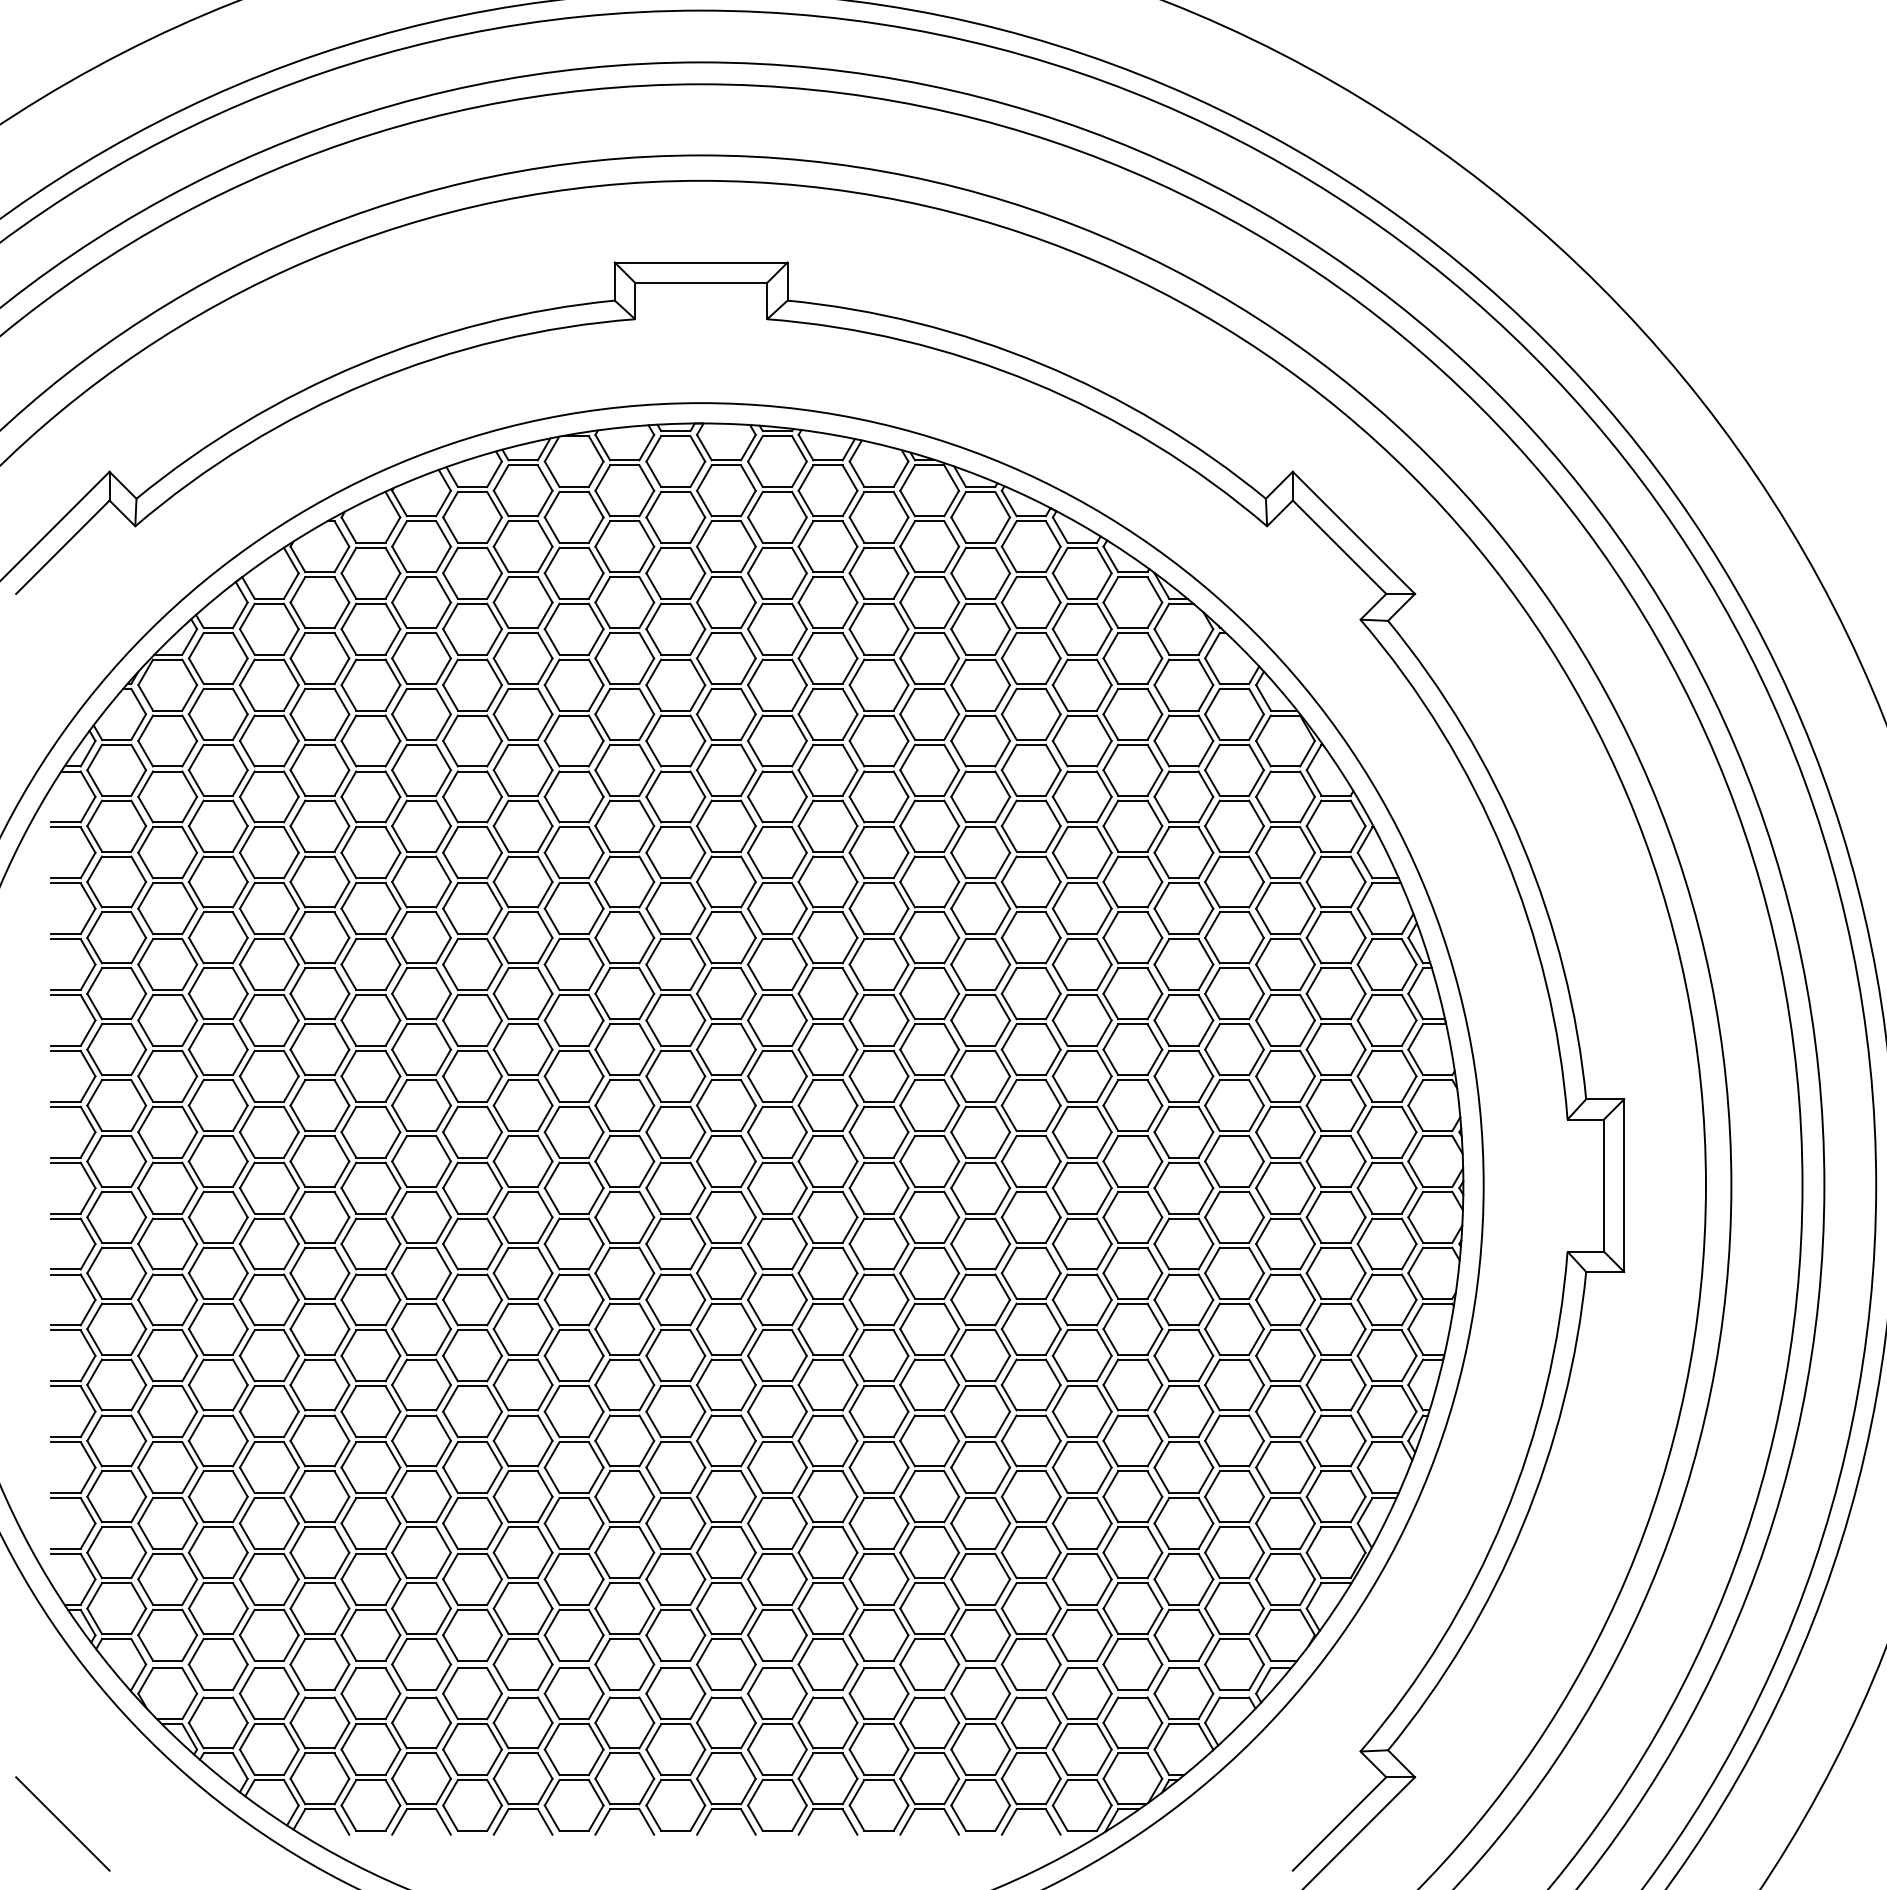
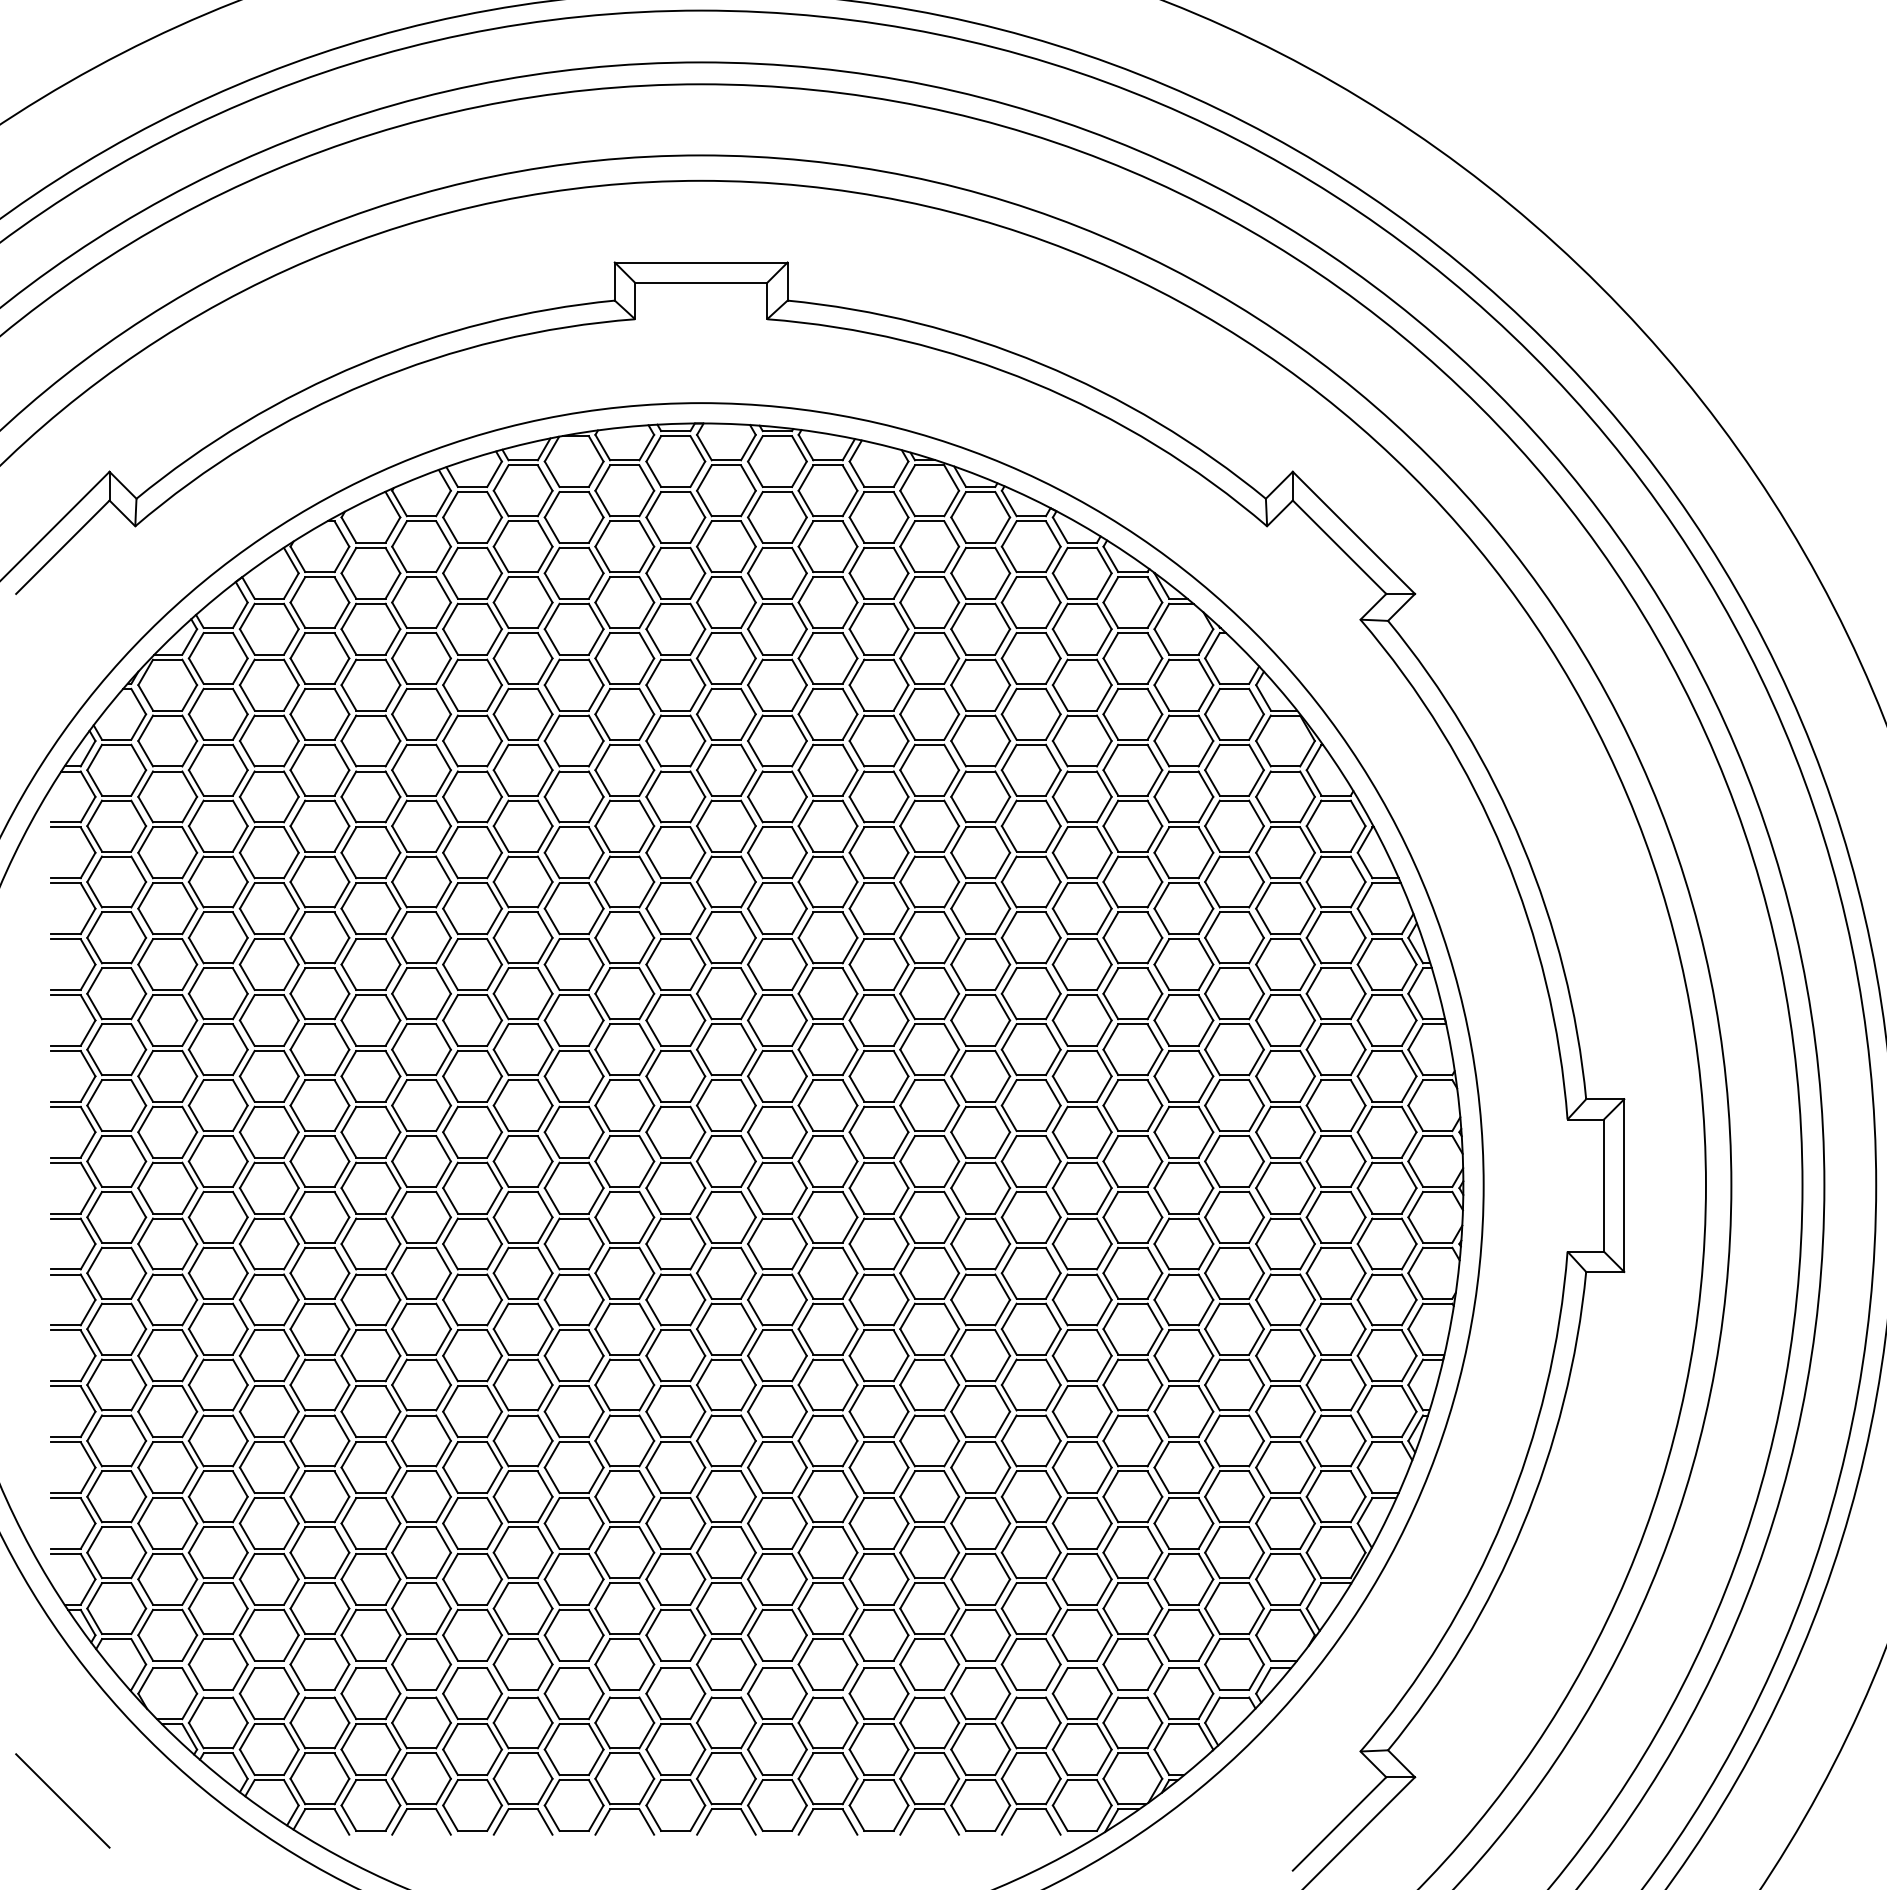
line at (62, 1823) position: (62, 1823) -> (62, 1800)
